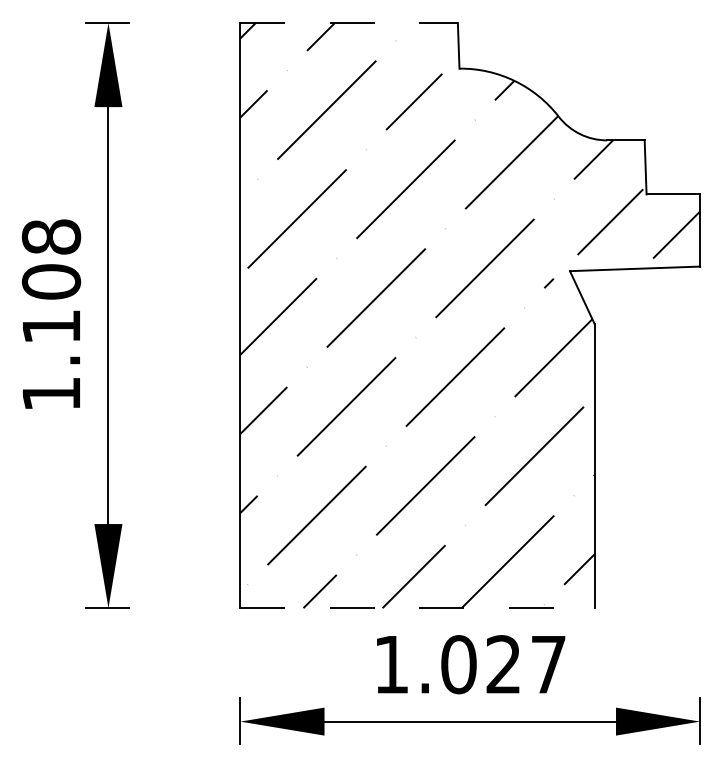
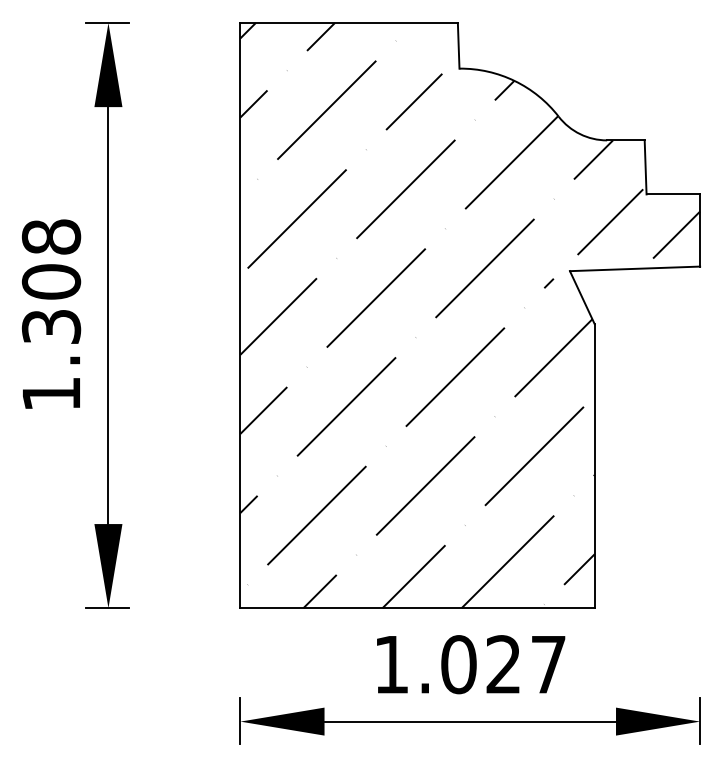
line at (349, 23): dashed -> solid
text at (51, 326): 1.108 -> 1.308
line at (418, 608): dashed -> solid
